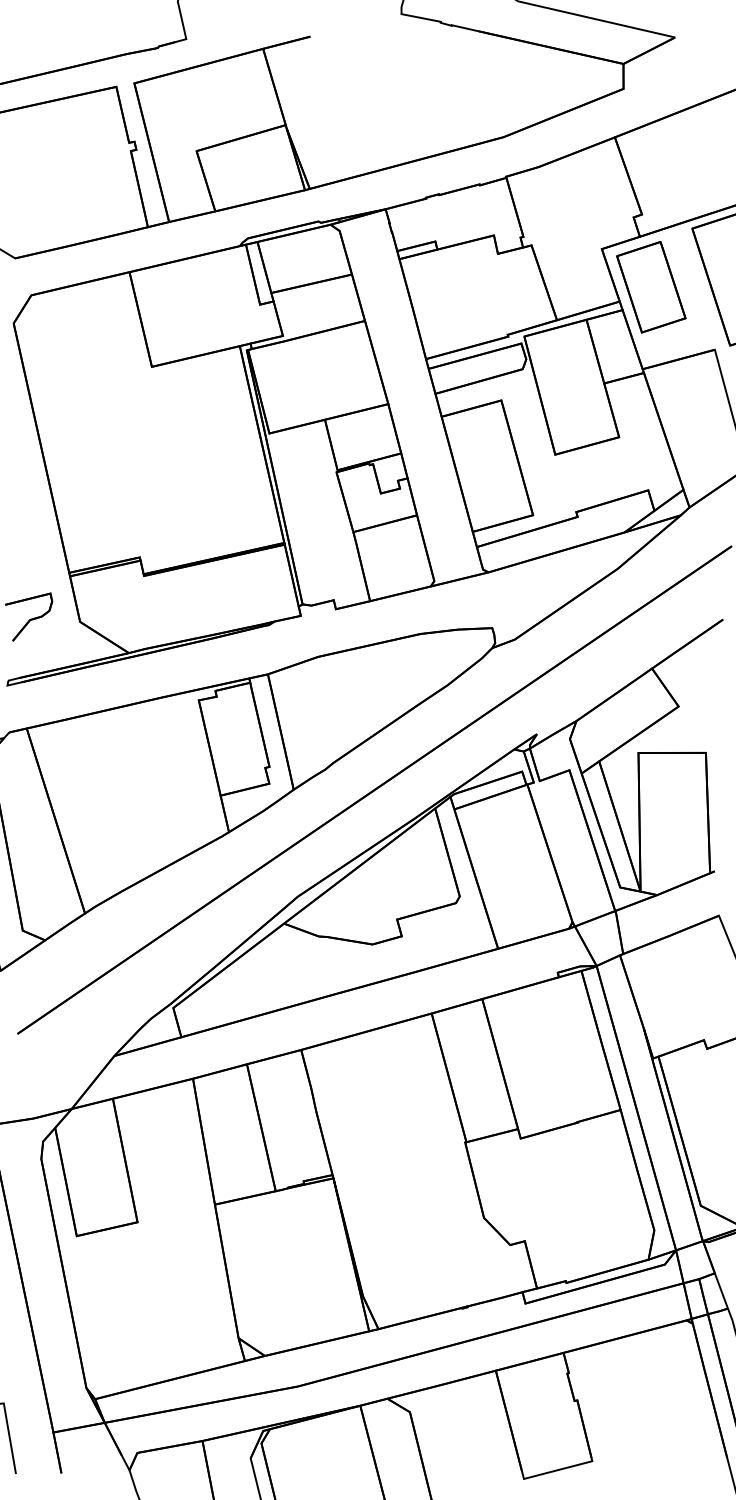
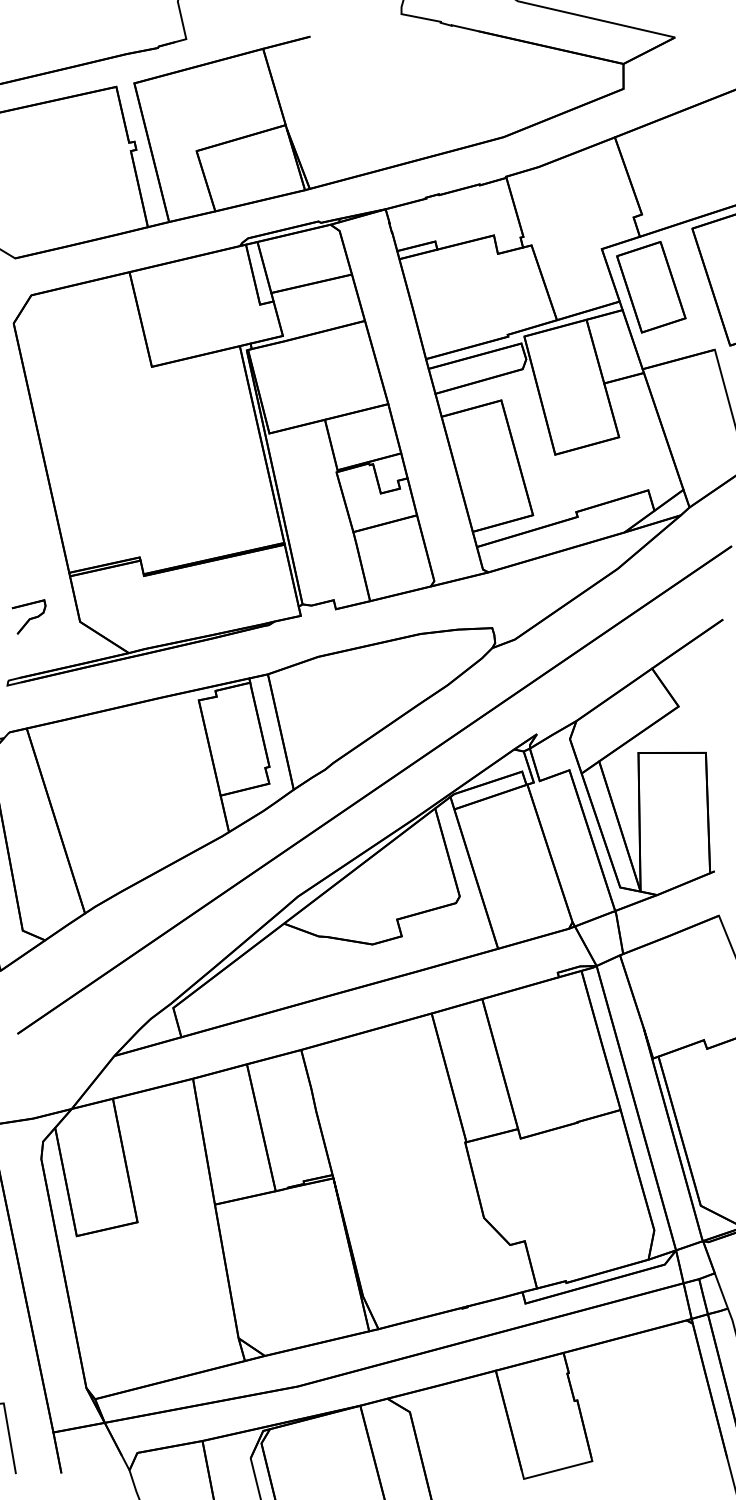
part at (29, 616) size: 49x50 px -> 36x36 px
